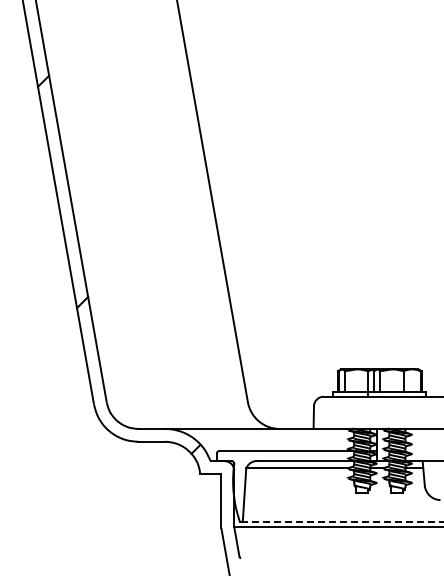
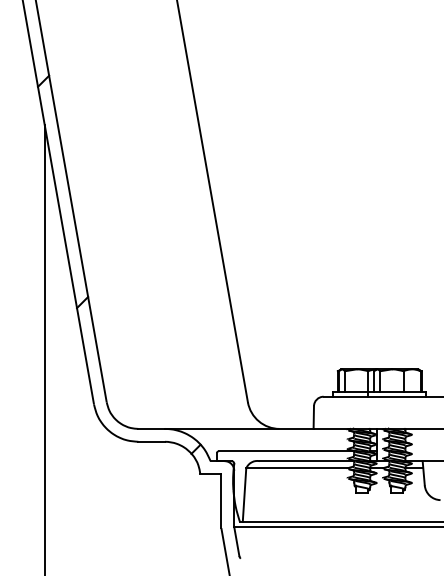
line at (44, 348): none -> present
line at (342, 522): dashed -> solid
